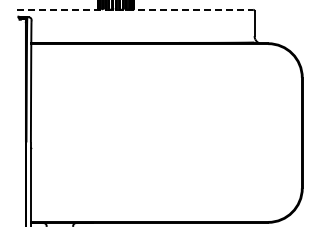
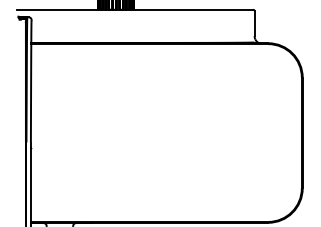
line at (135, 9): dashed -> solid
